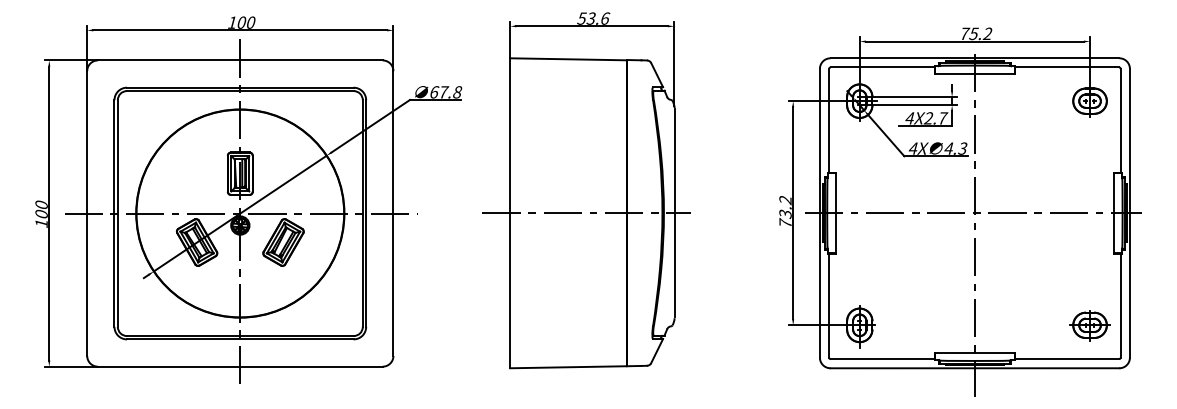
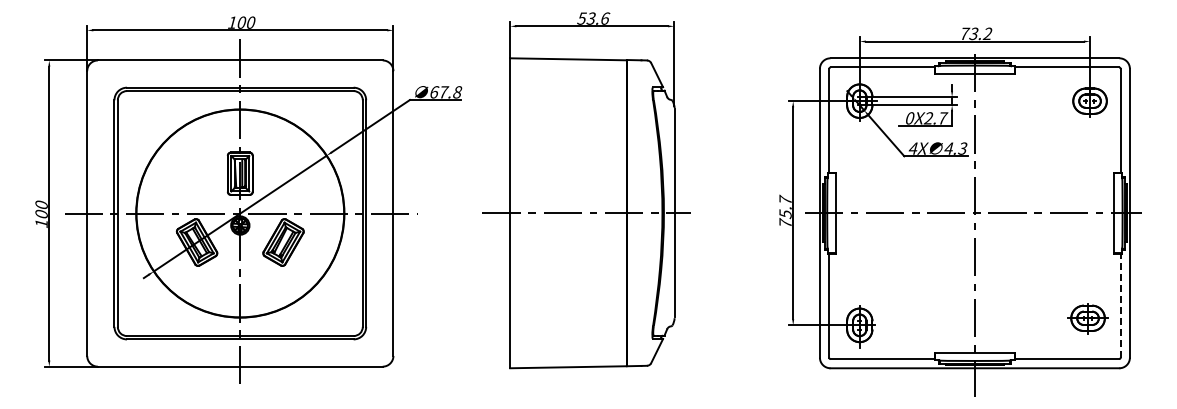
text at (974, 33): 75.2 -> 73.2
text at (909, 118): 4X2.7 -> 0X2.7
text at (785, 205): 73.2 -> 75.7
line at (1120, 305): solid -> dashed
part at (1089, 325) position: (1089, 325) -> (1087, 318)
